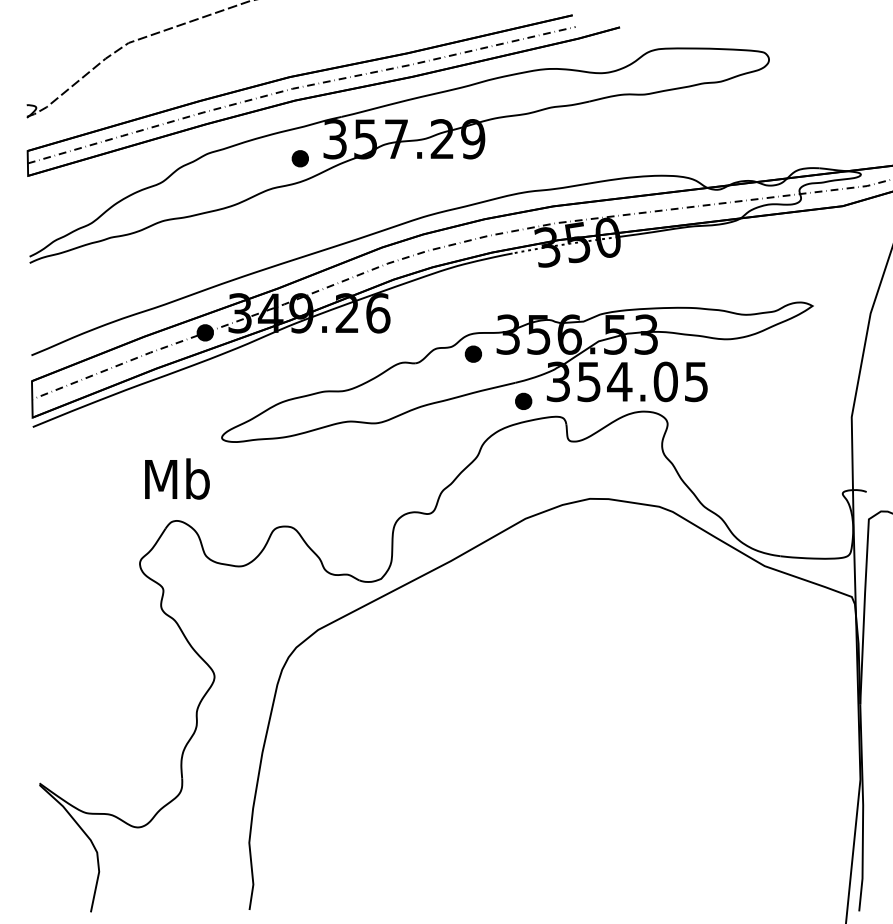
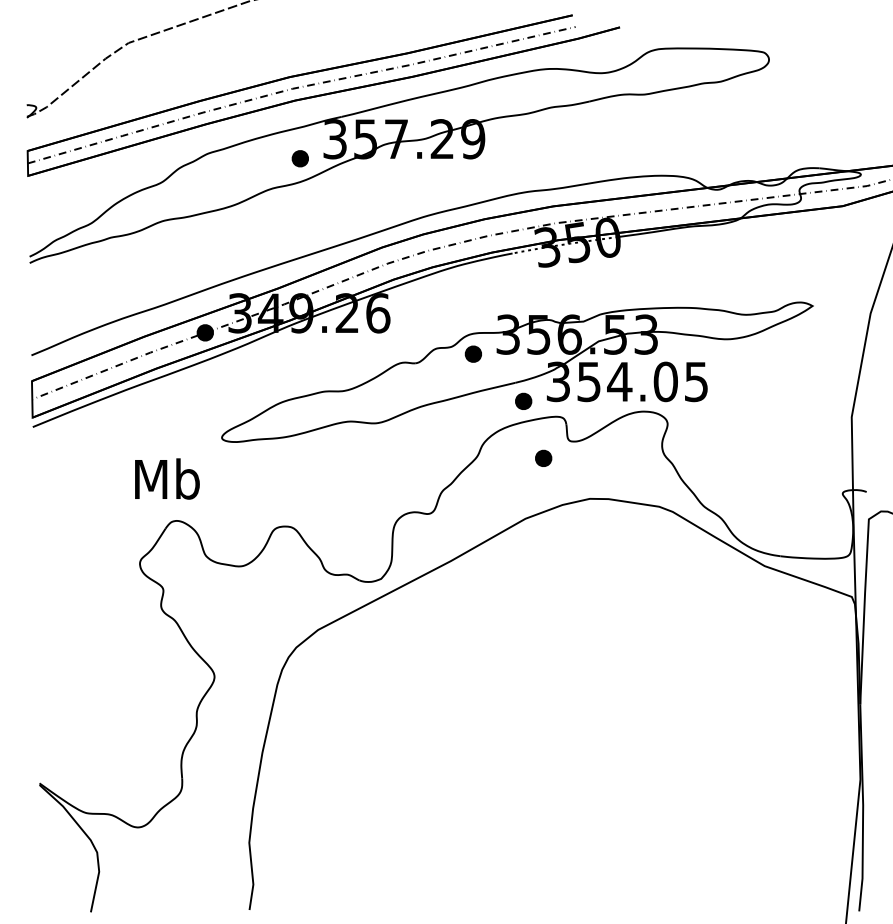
part at (543, 457): none -> present
text at (177, 478) position: (177, 478) -> (167, 478)
